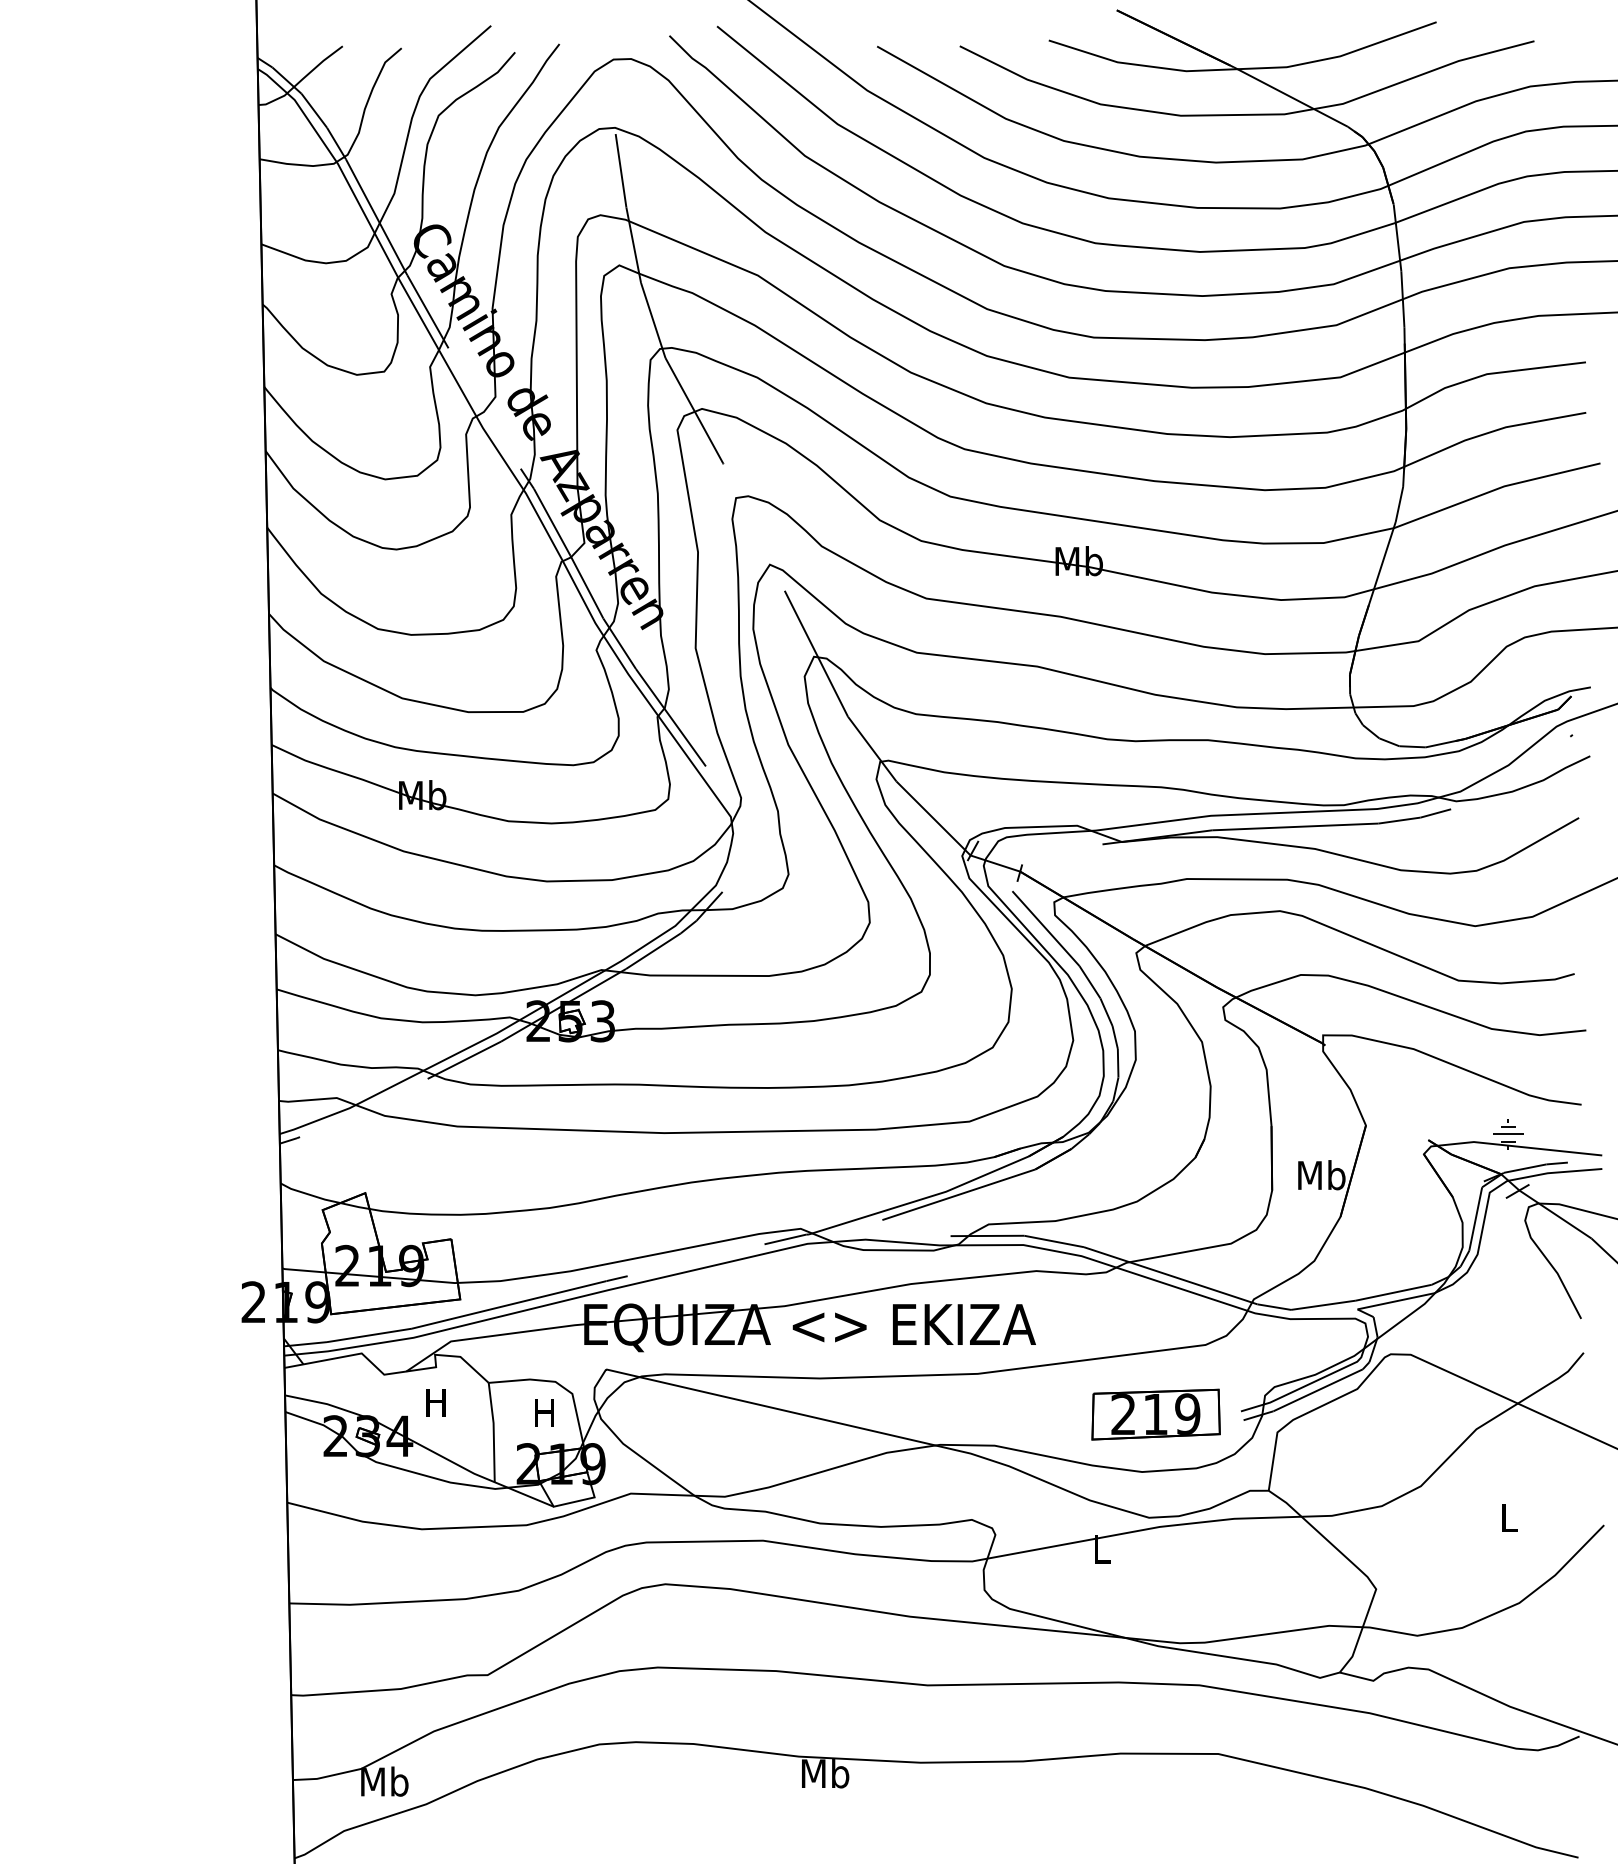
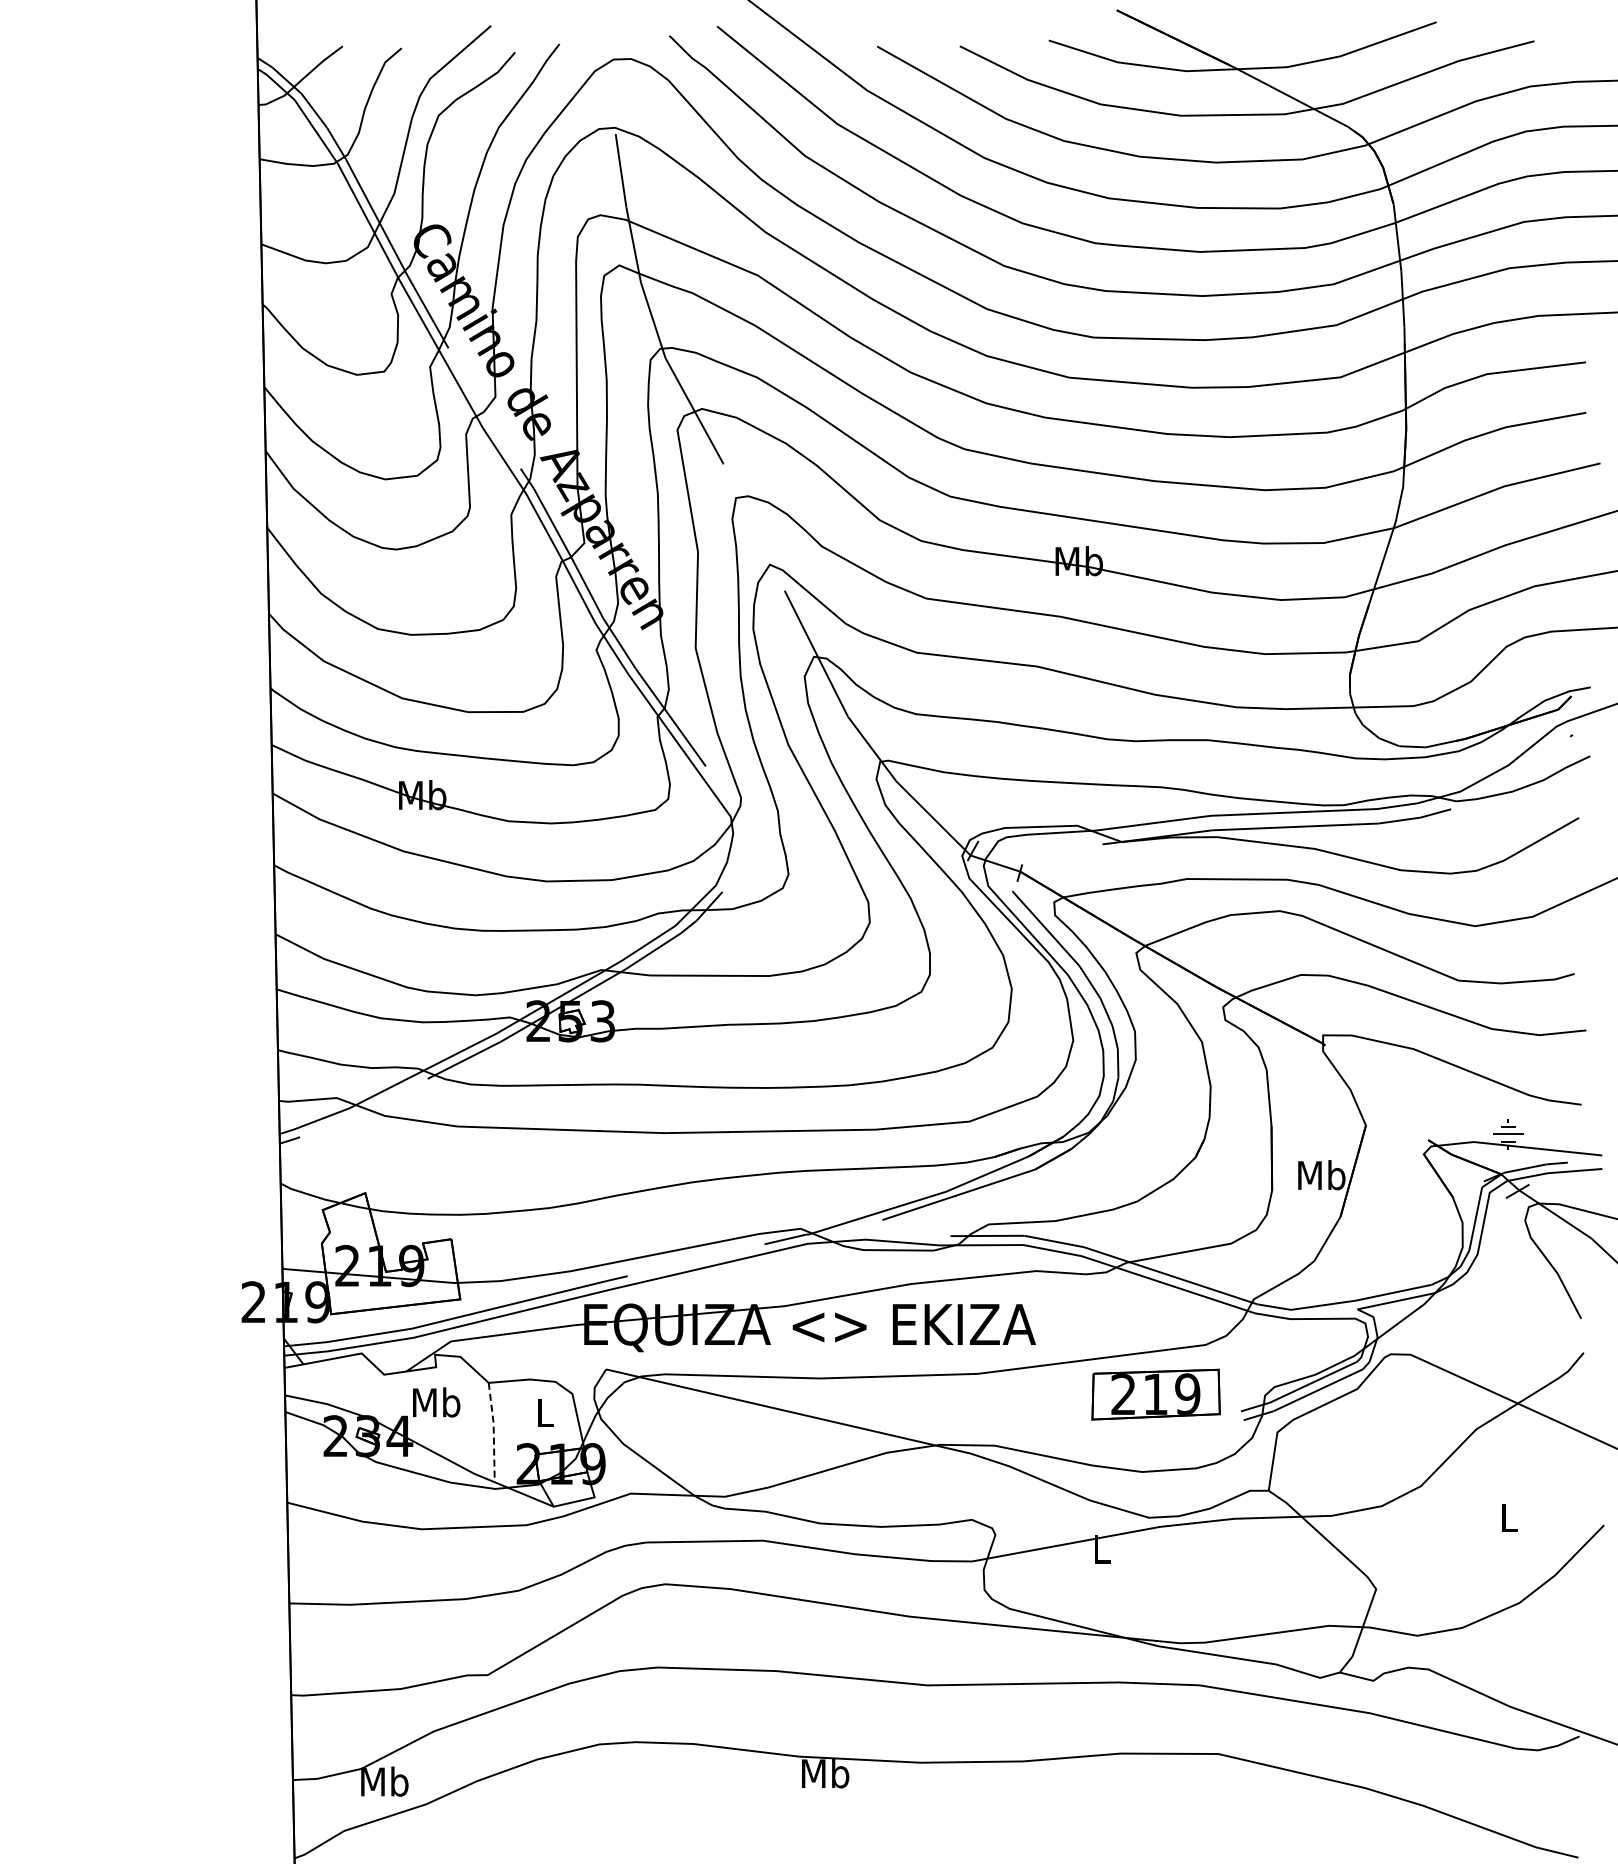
text at (436, 1402): H -> Mb
text at (544, 1412): H -> L
part at (1155, 1414) position: (1155, 1414) -> (1155, 1394)
line at (493, 1431): solid -> dashed
